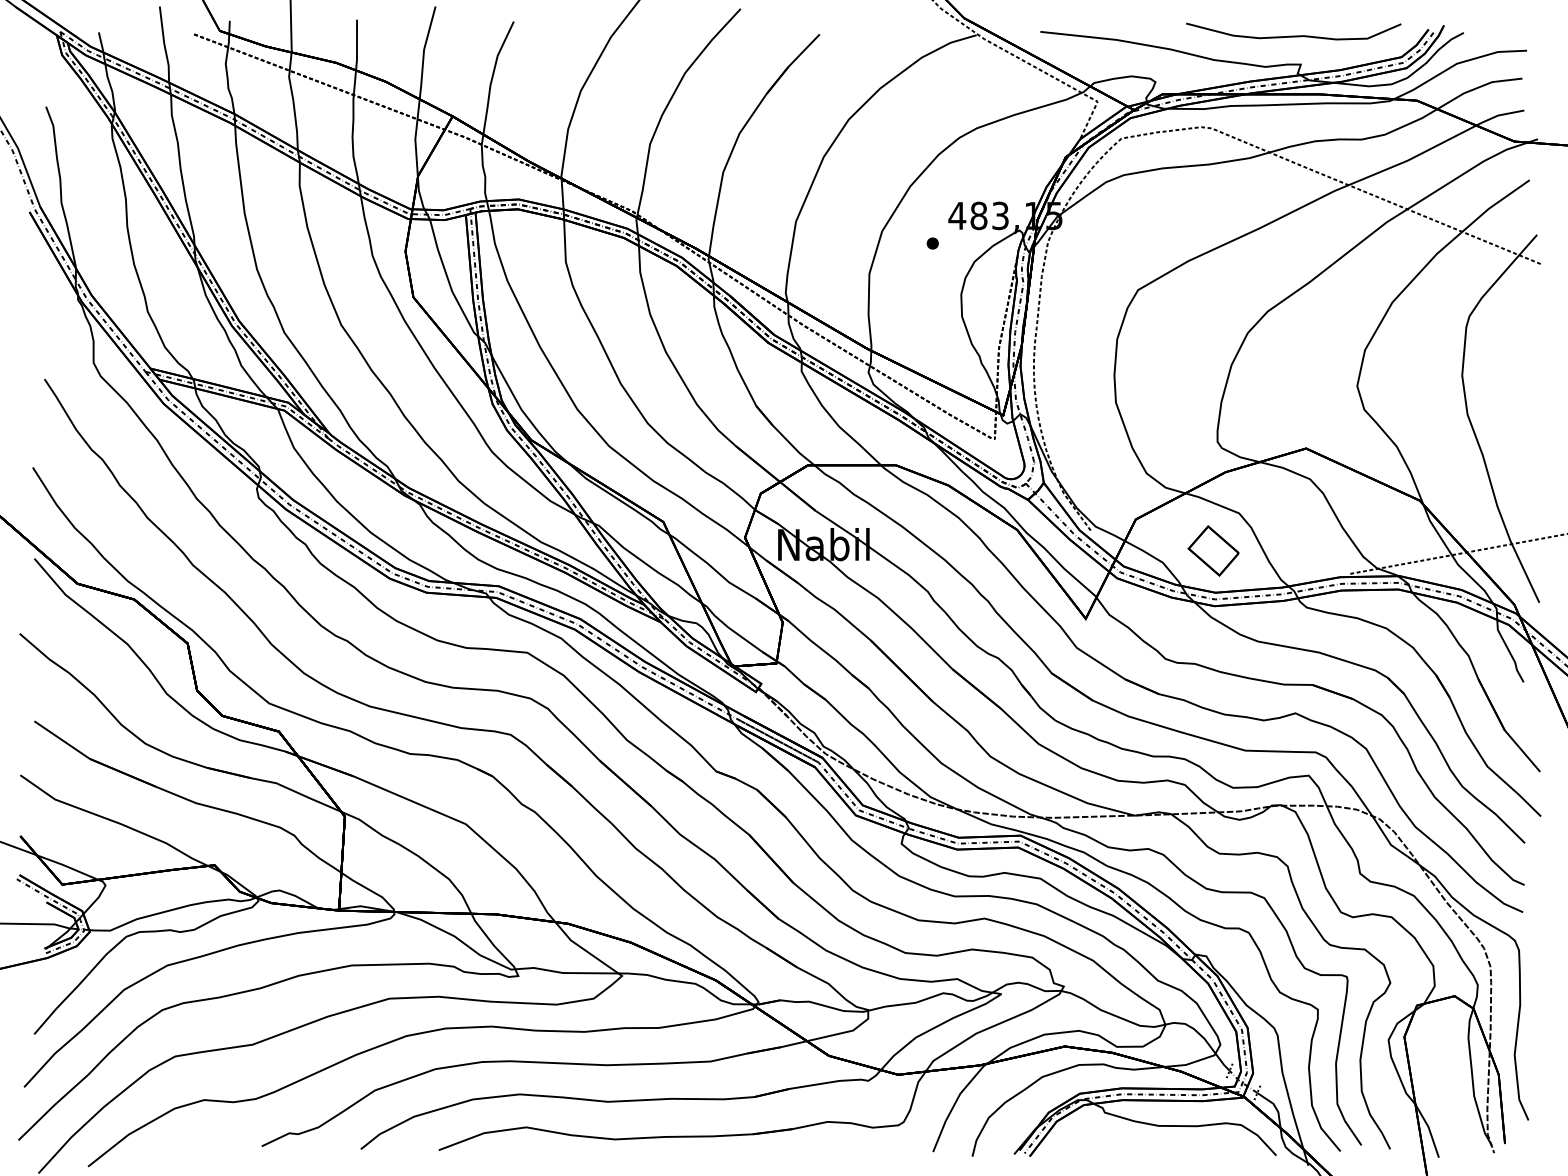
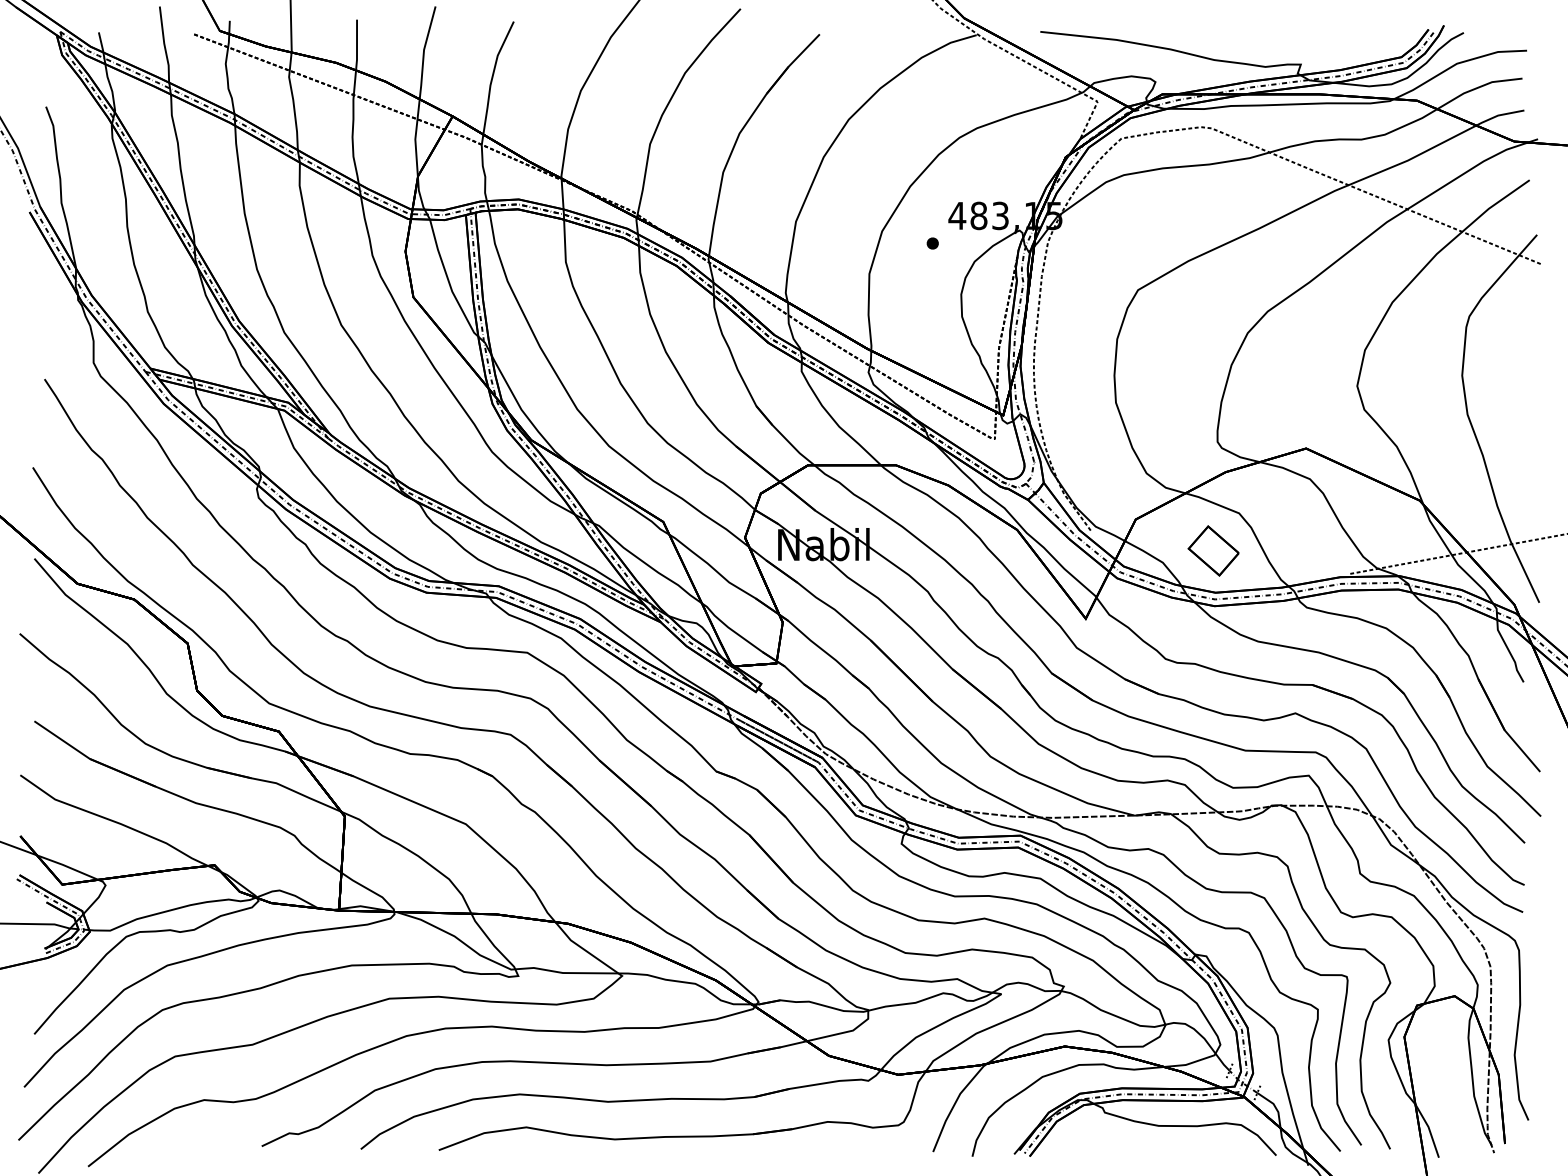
curve at (1293, 35): present -> none
